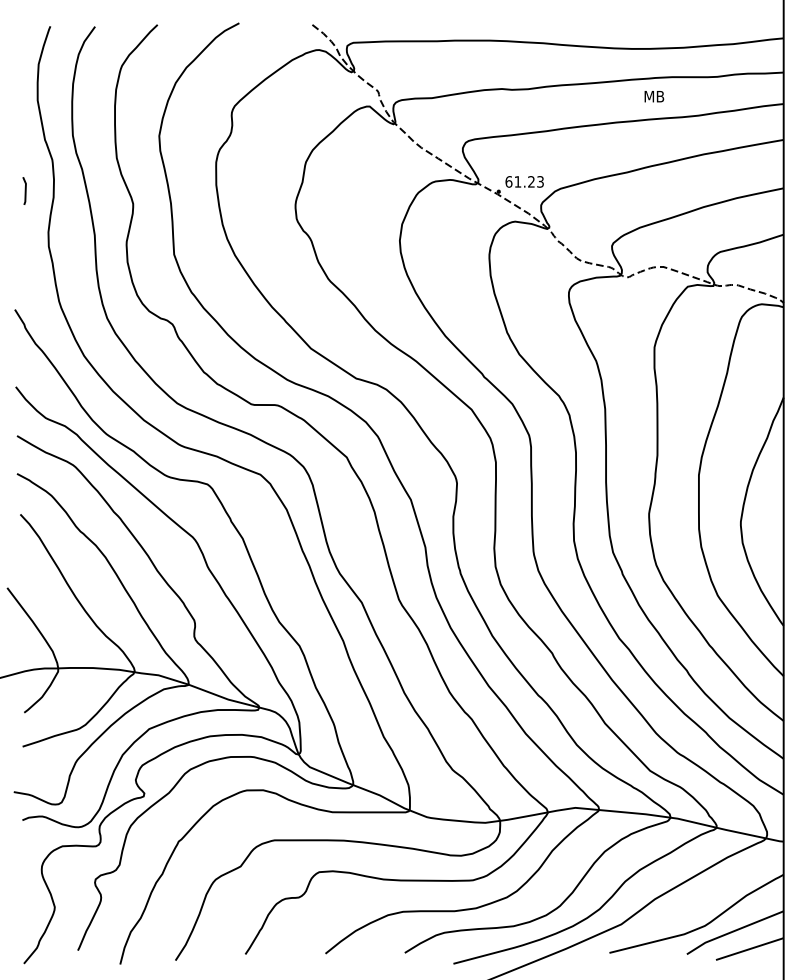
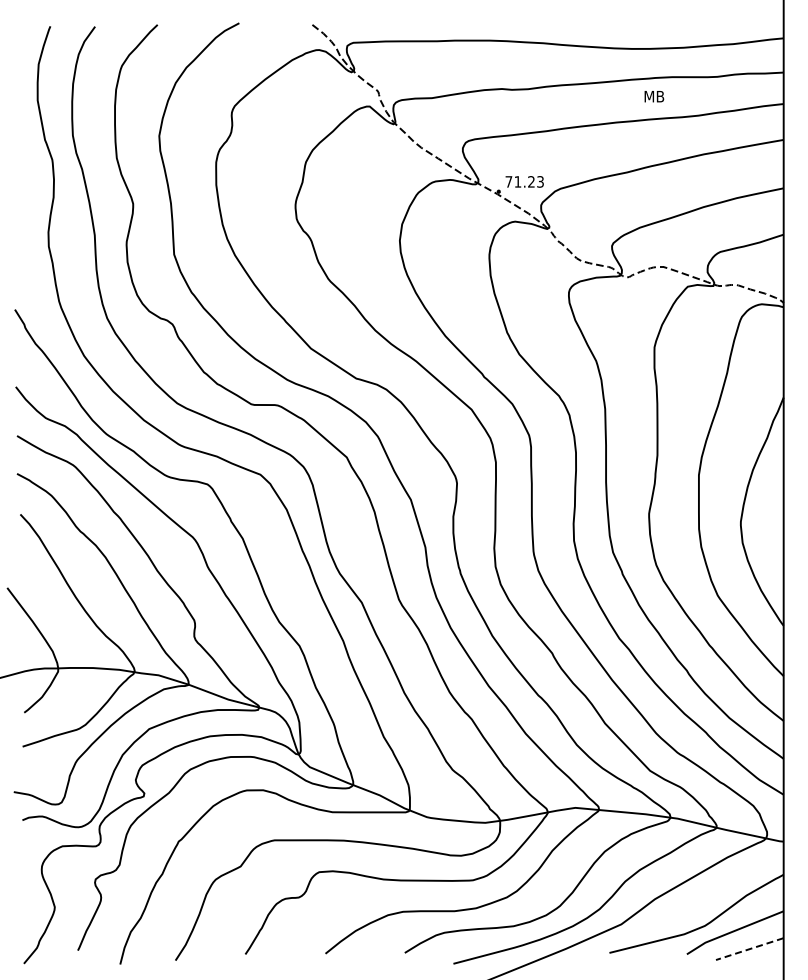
text at (508, 181): 61.23 -> 71.23
line at (24, 190): present -> none
line at (749, 949): solid -> dashed
